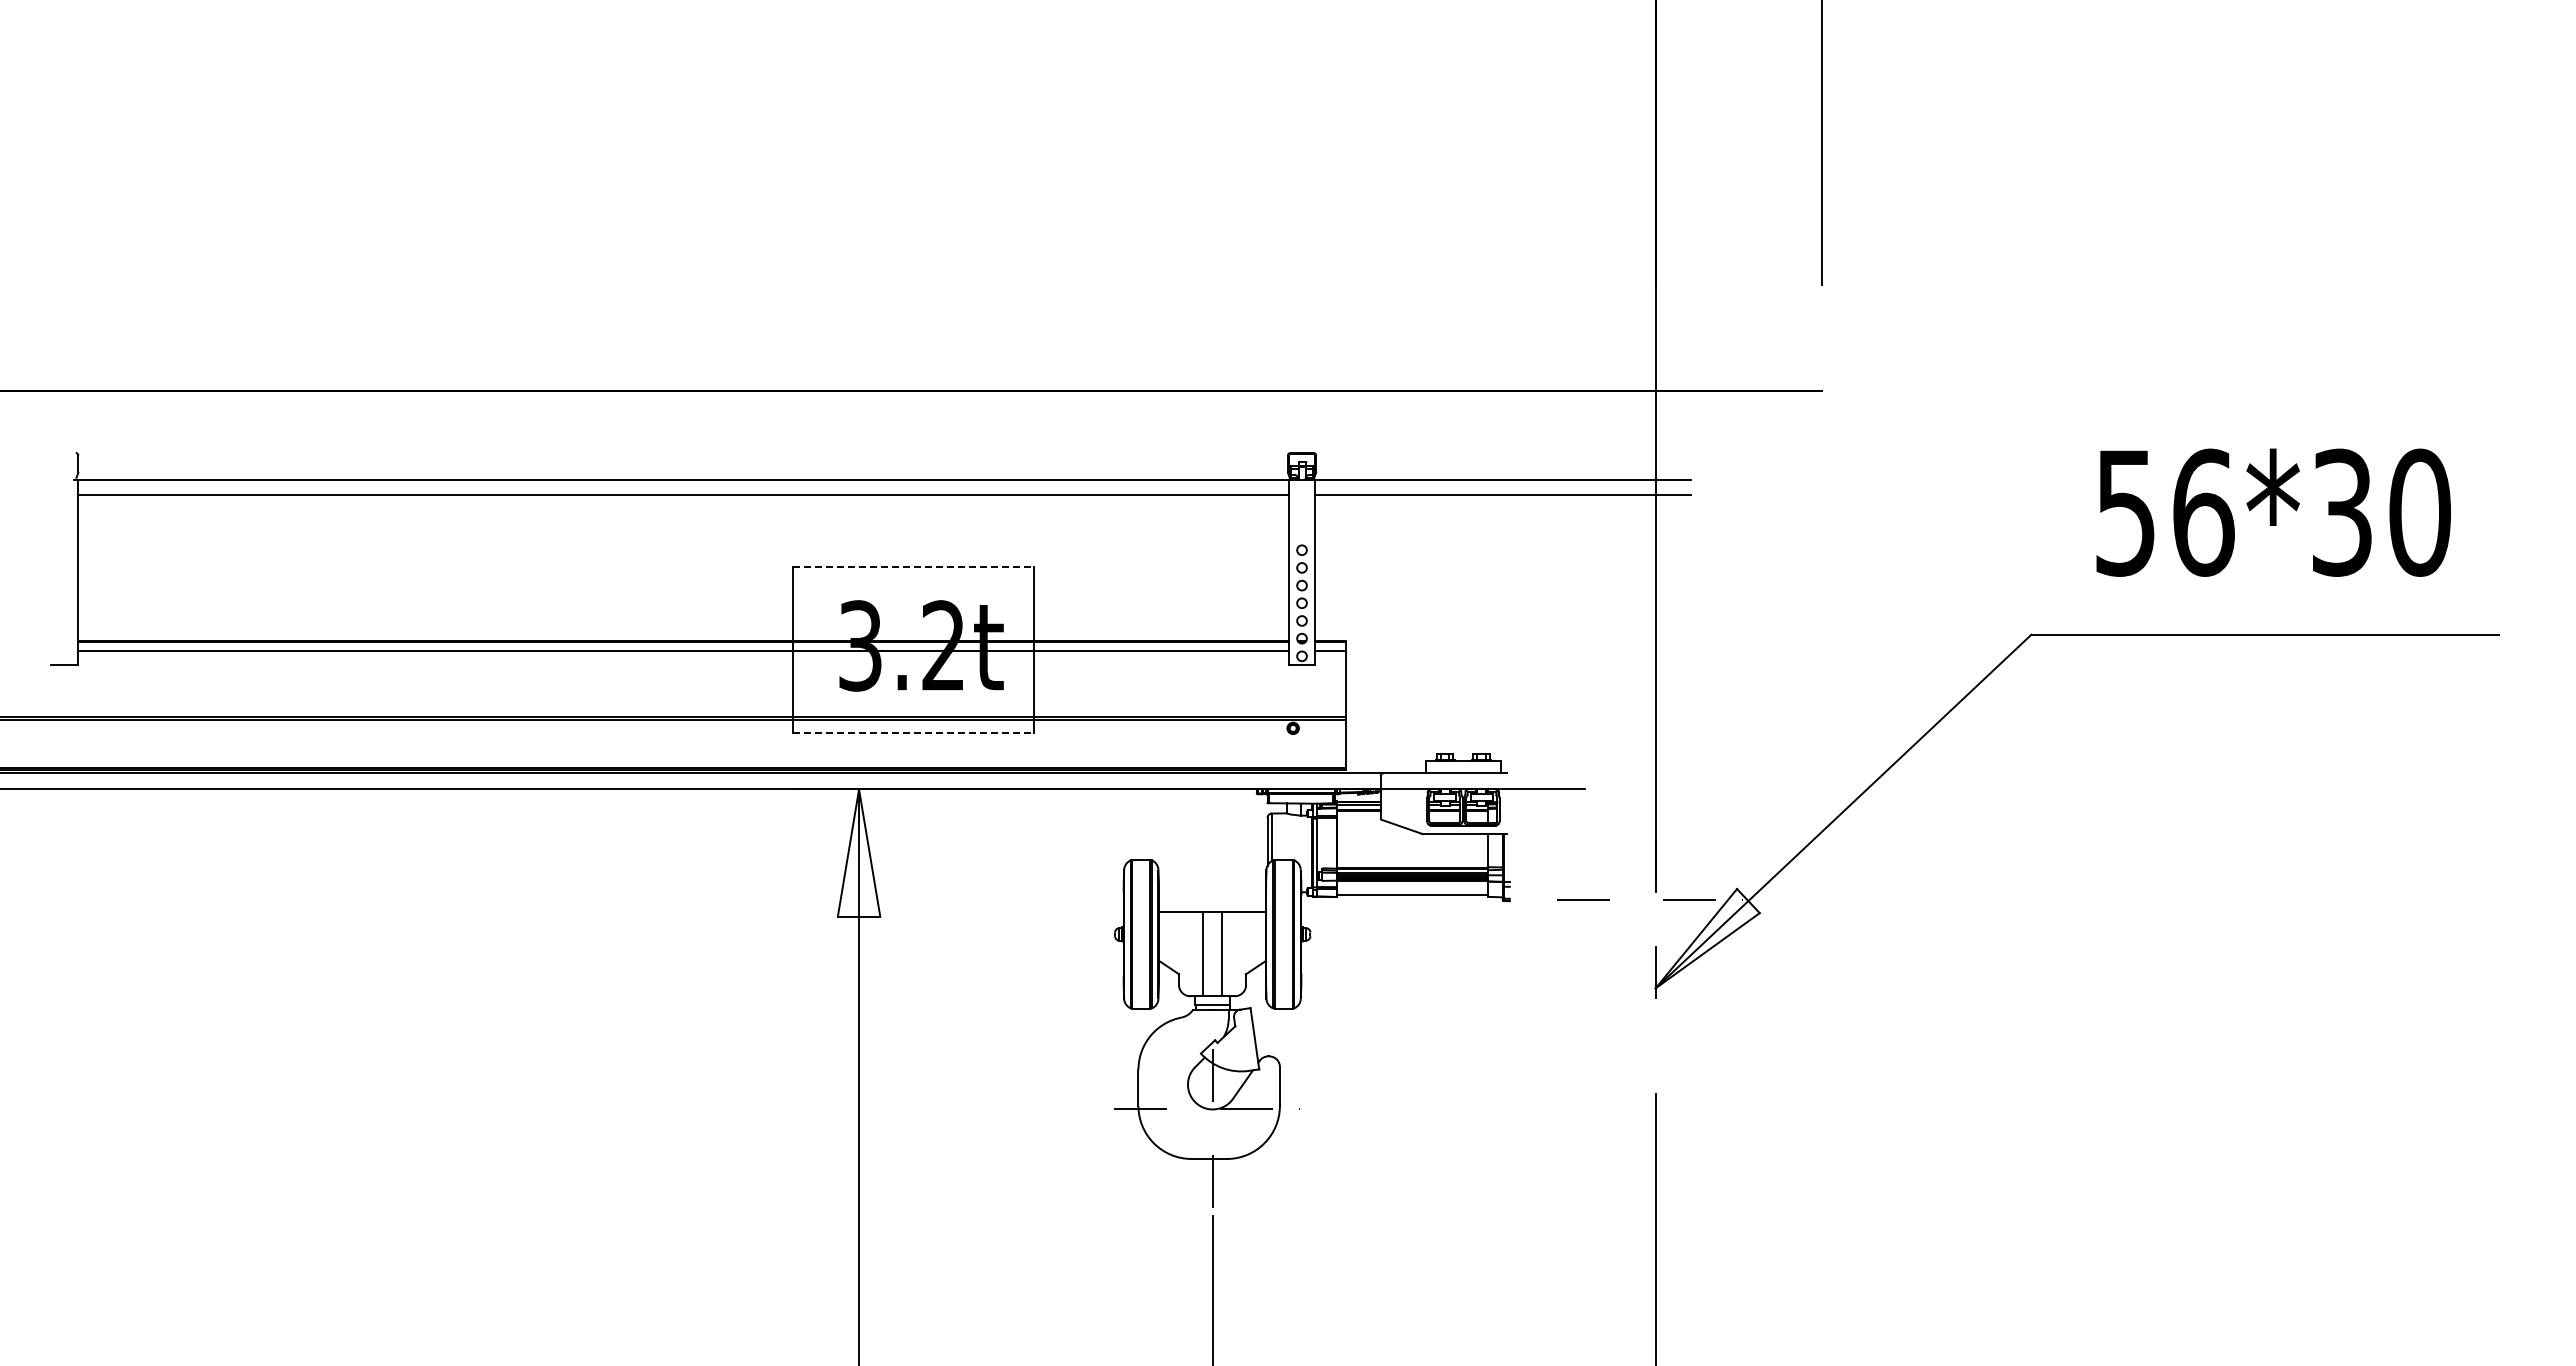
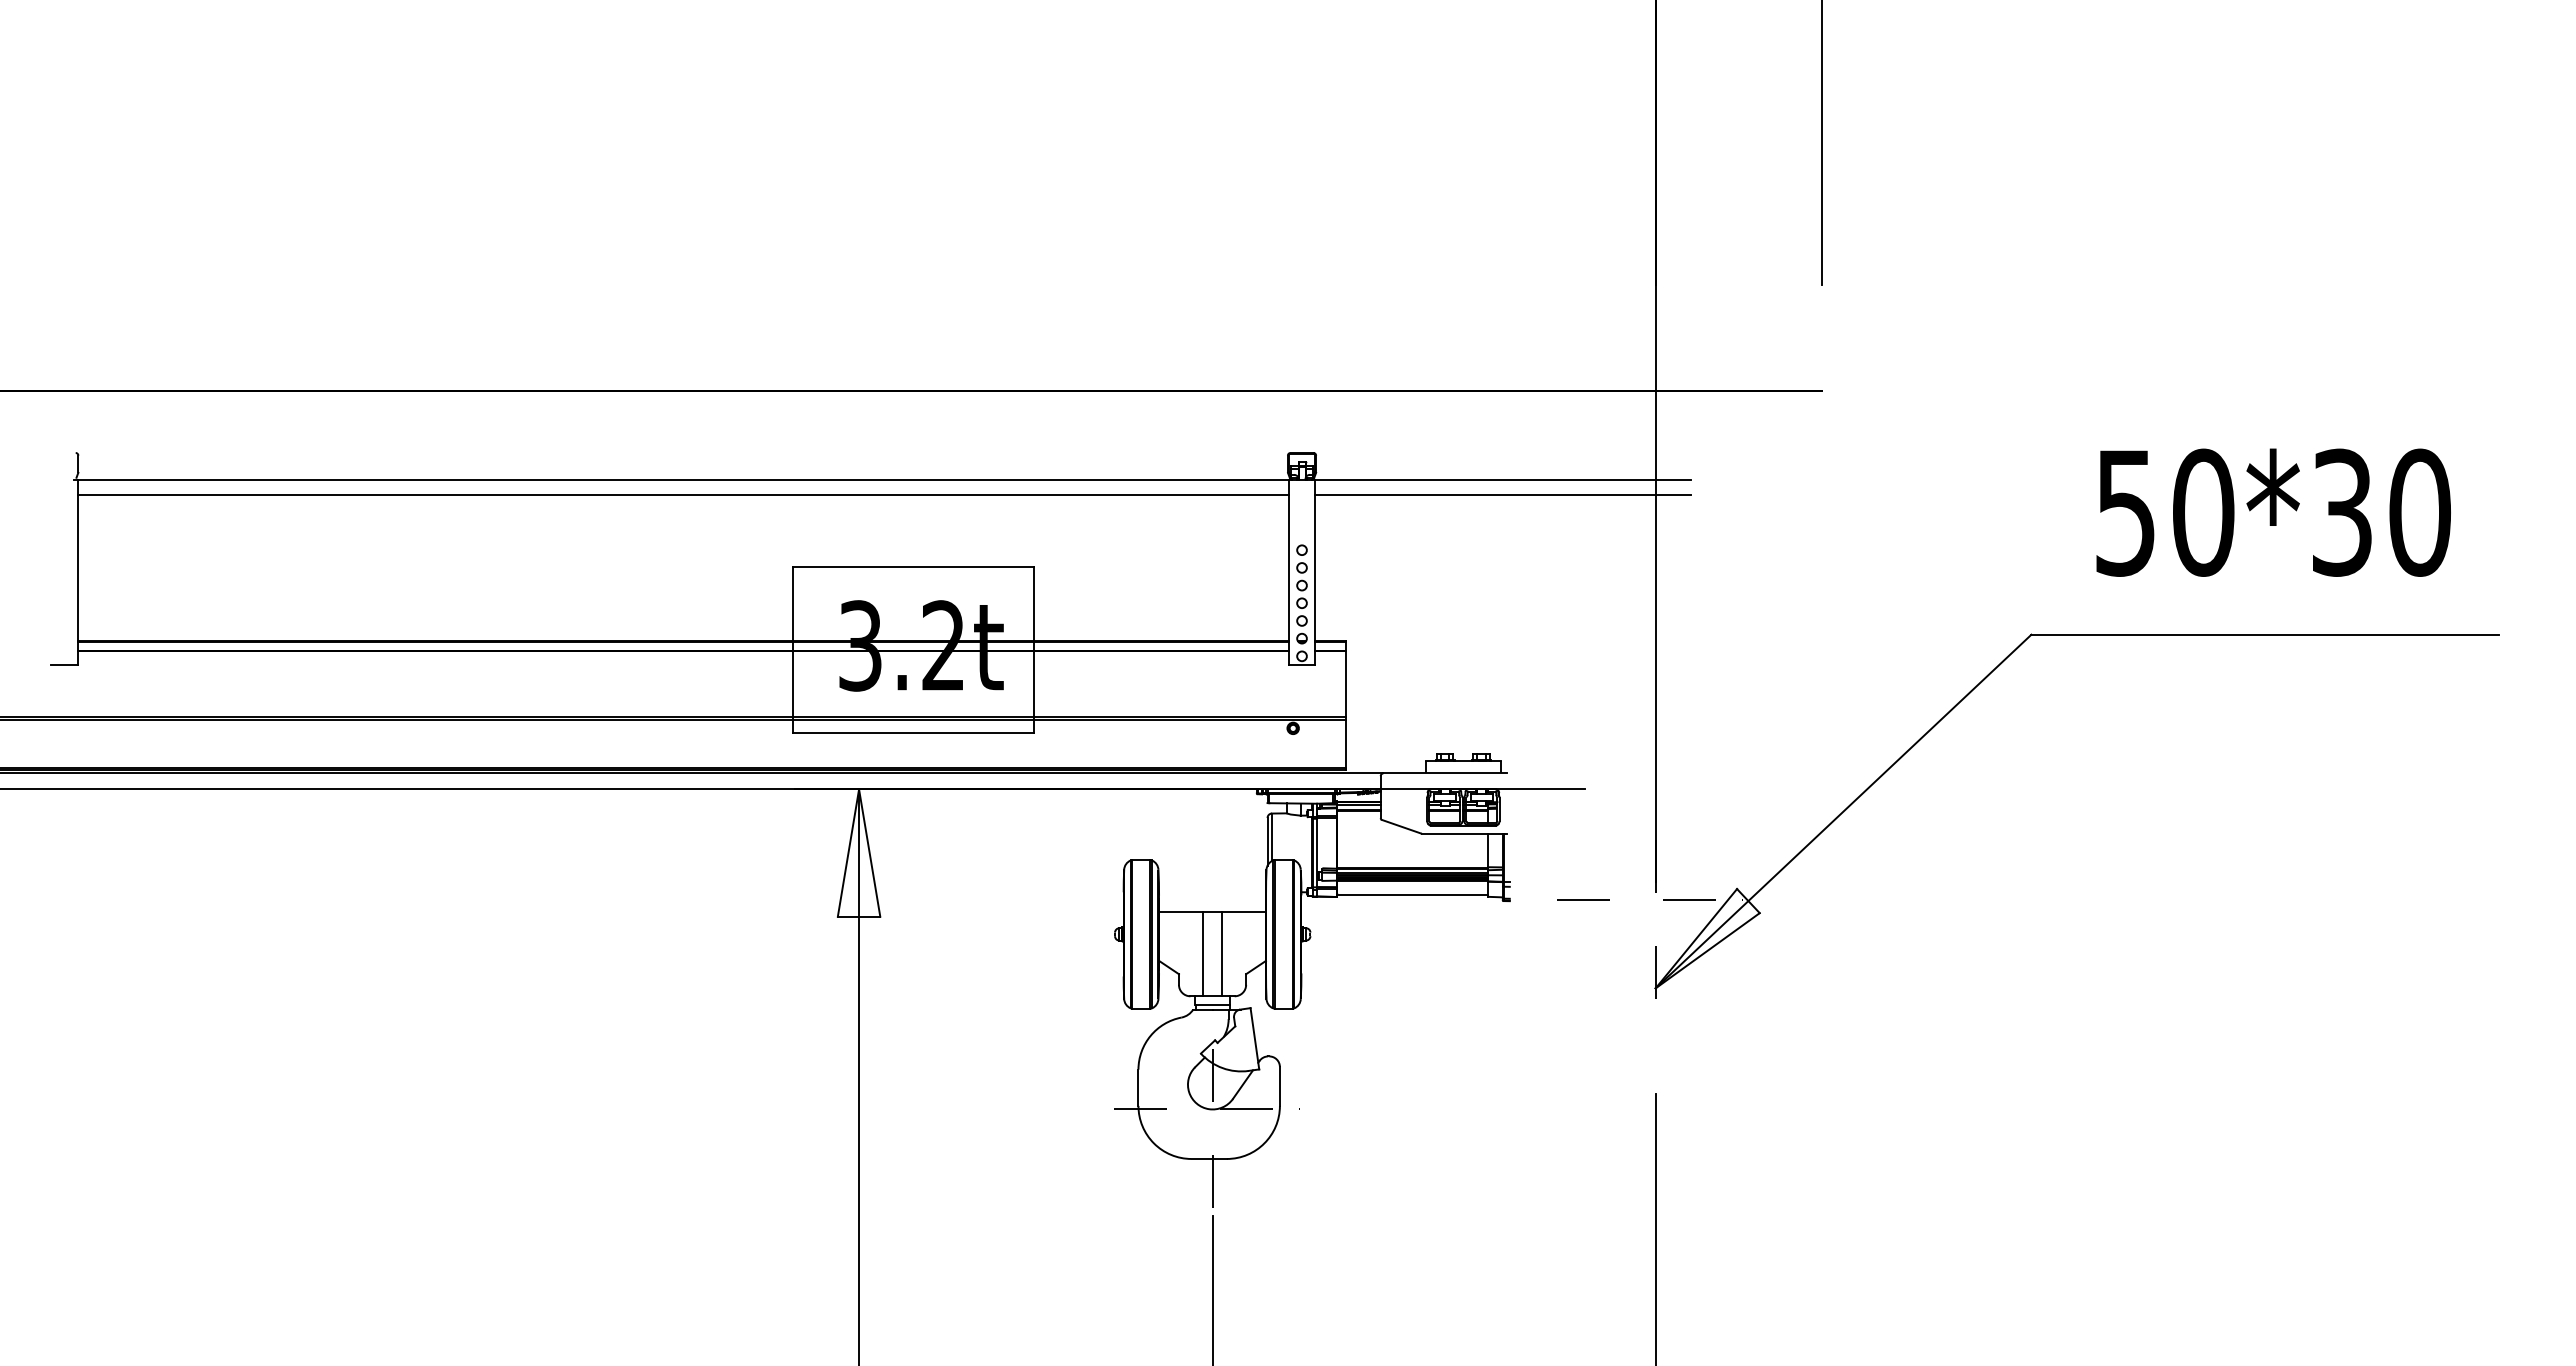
text at (2203, 512): 56*30 -> 50*30
line at (914, 567): dashed -> solid
line at (914, 733): dashed -> solid
